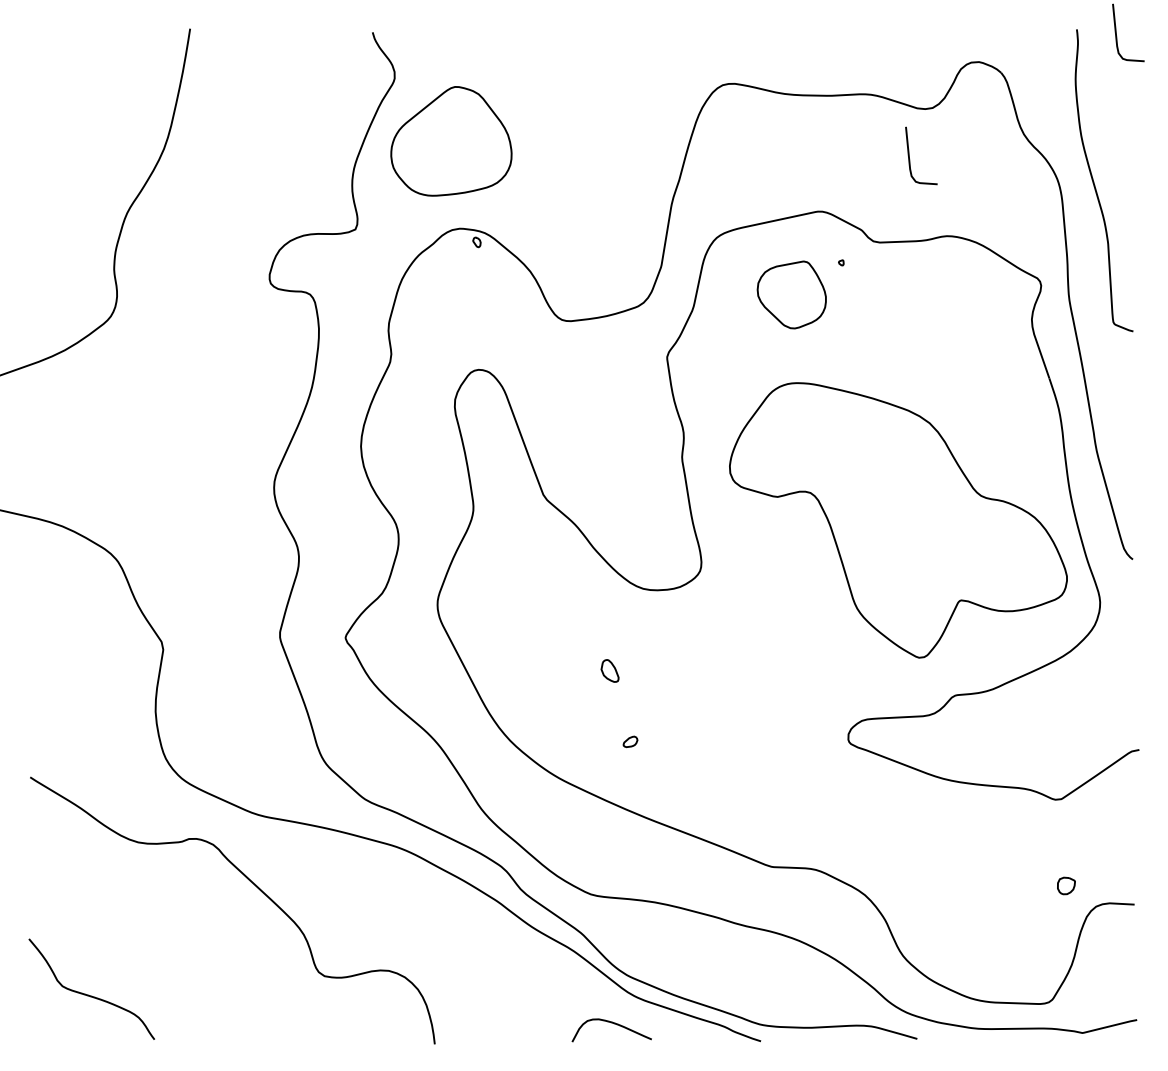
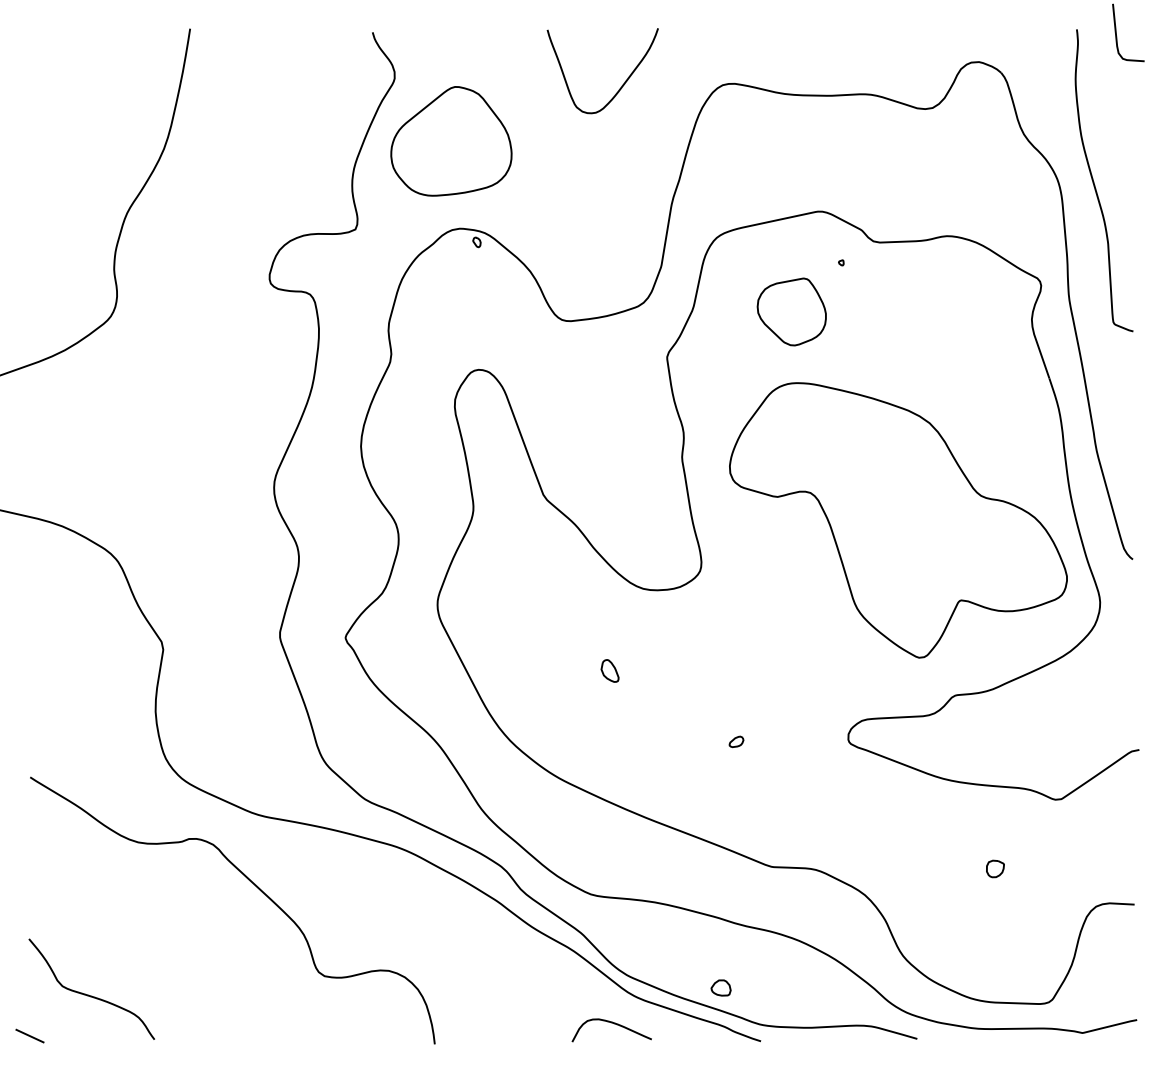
curve at (621, 85): none -> present
curve at (910, 159): present -> none
part at (791, 294) position: (791, 294) -> (791, 311)
part at (630, 741) position: (630, 741) -> (736, 741)
part at (1066, 885) position: (1066, 885) -> (995, 868)
part at (720, 987): none -> present
line at (29, 1035): none -> present
